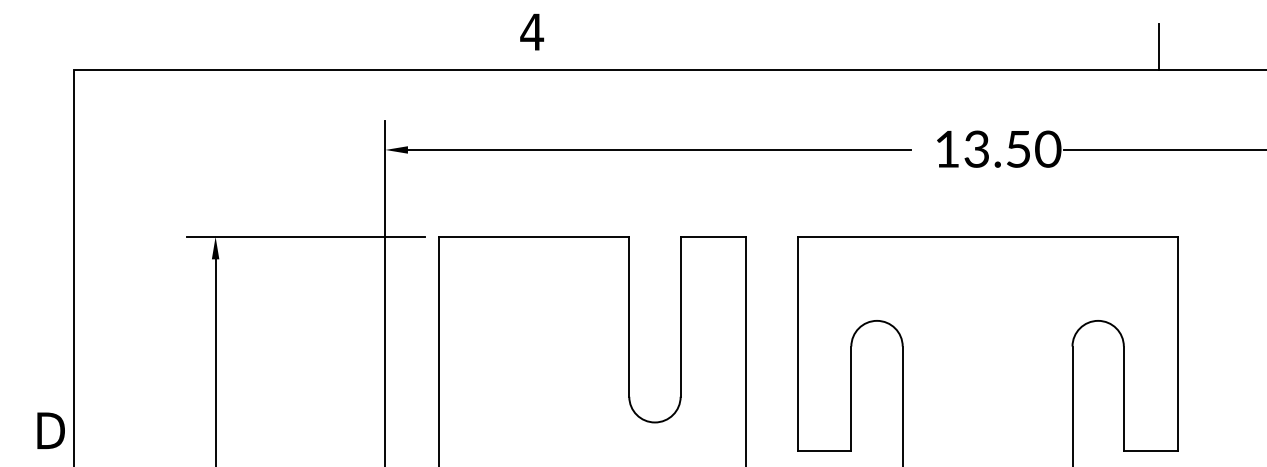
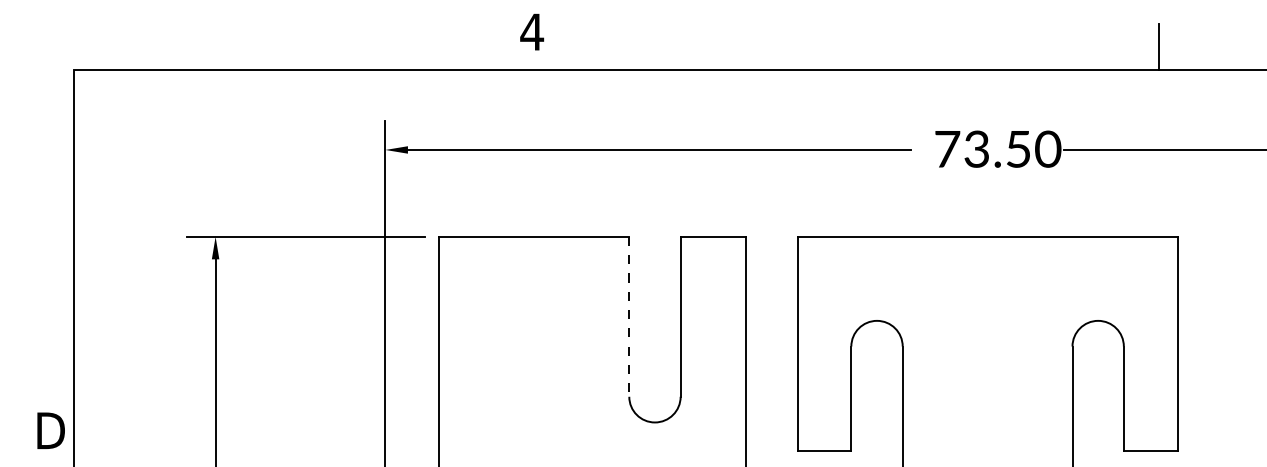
text at (947, 149): 13.50 -> 73.50
line at (629, 316): solid -> dashed
